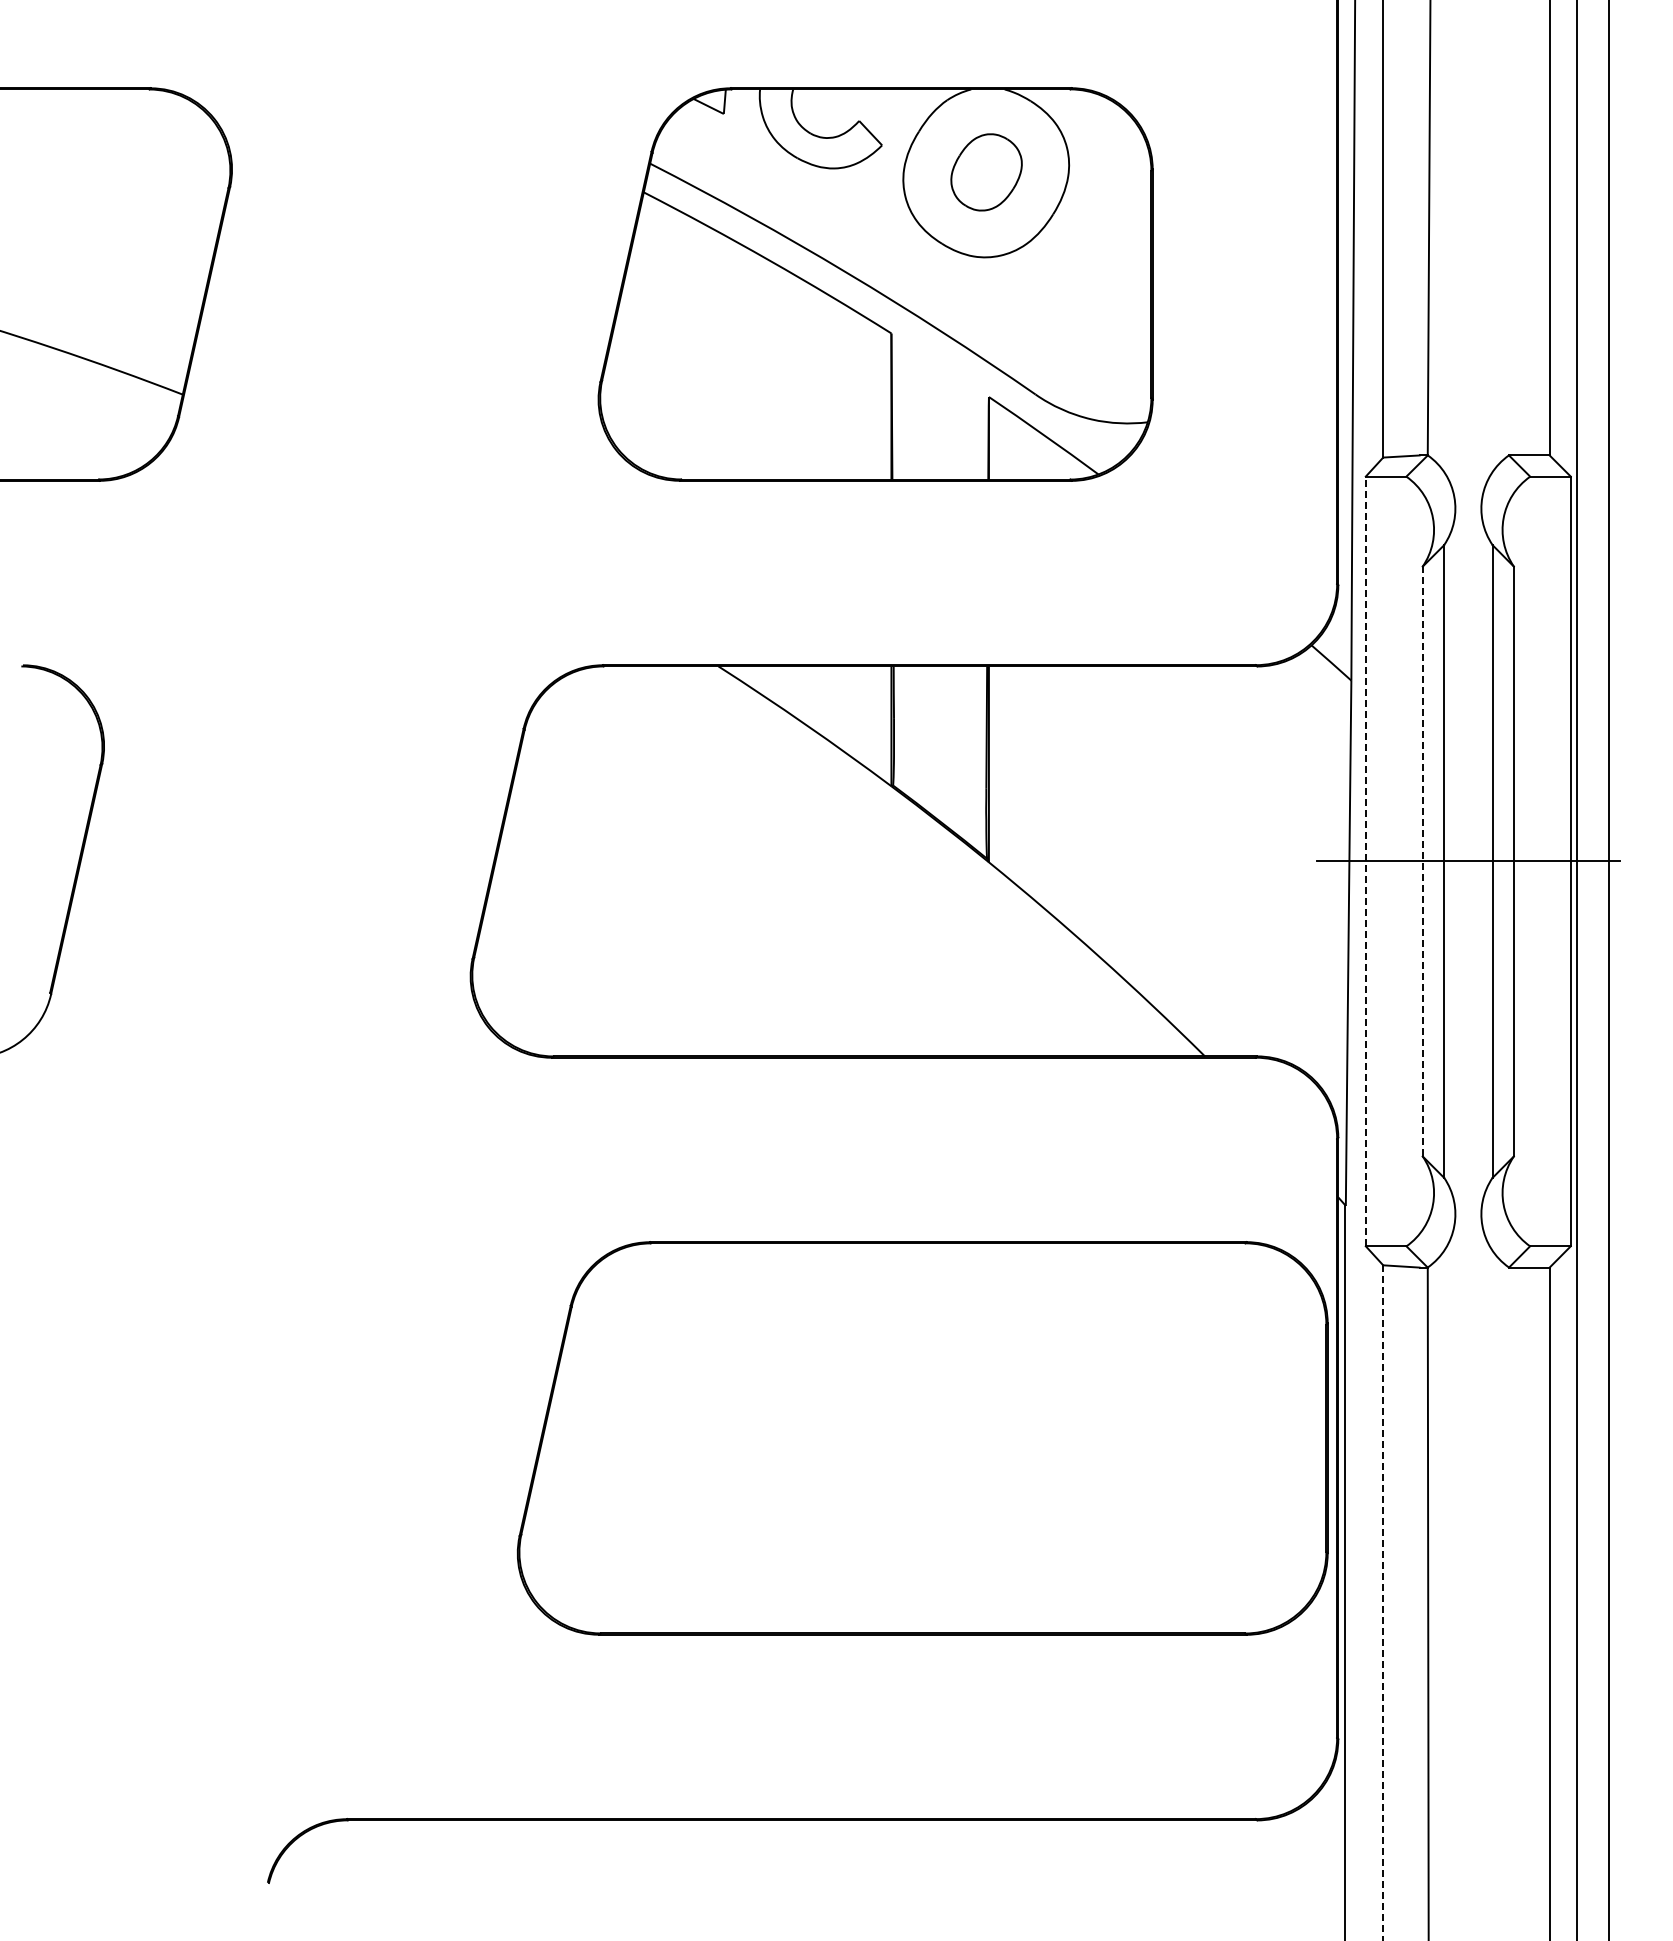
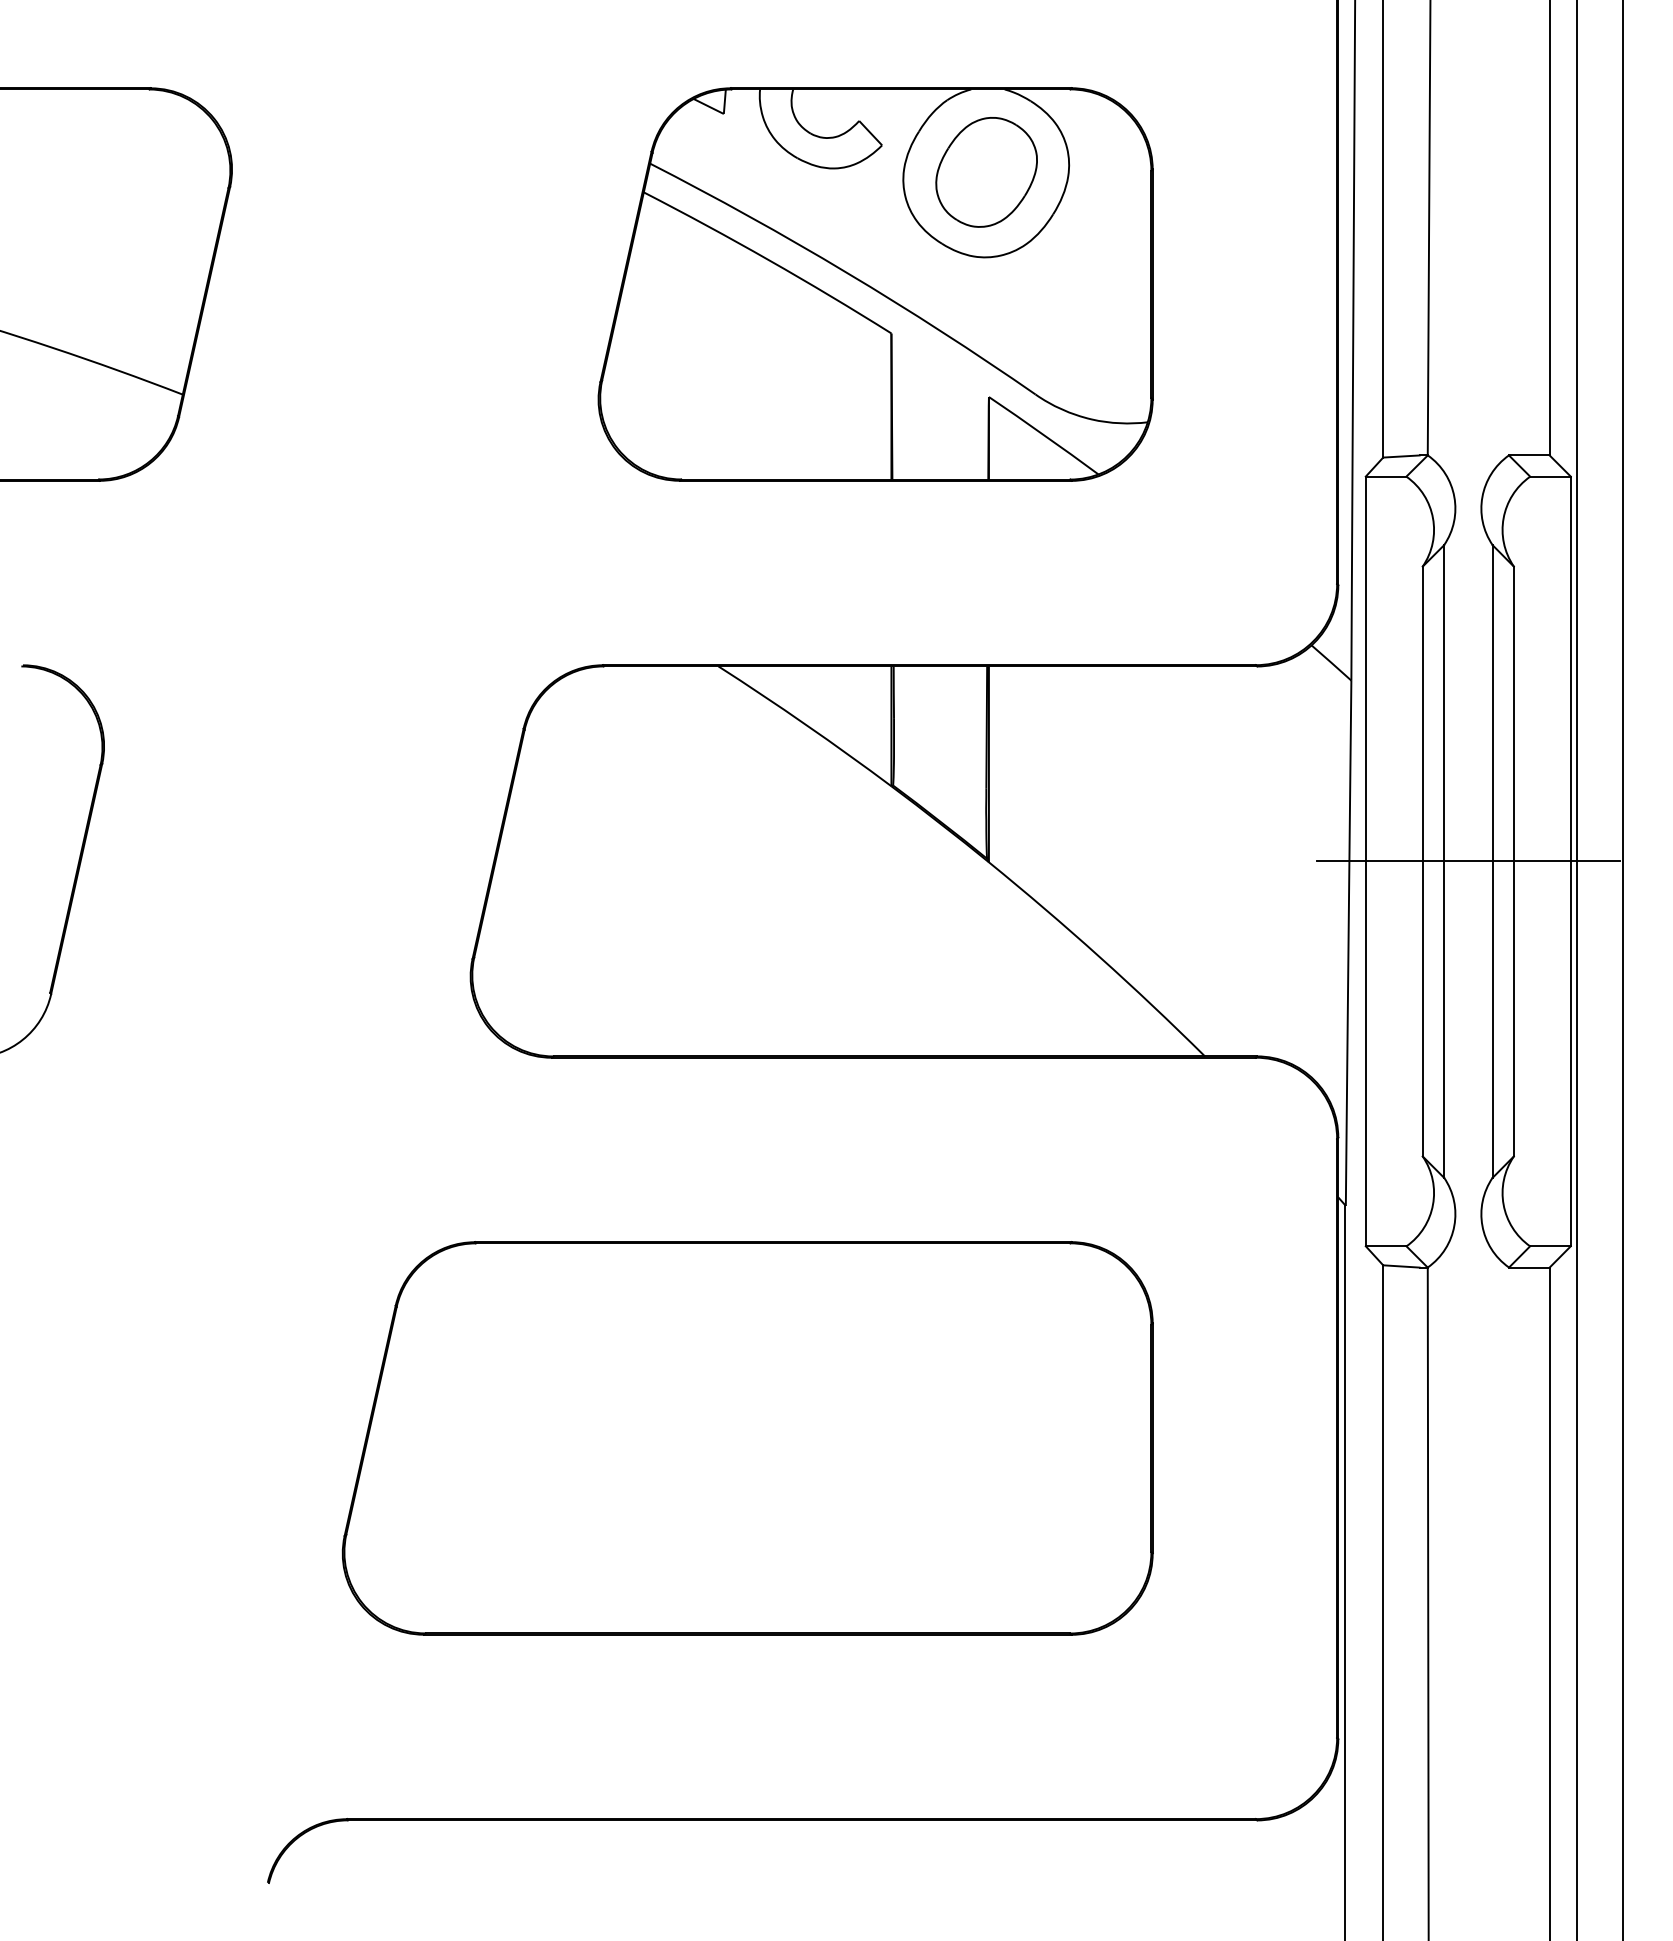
part at (986, 172) size: 73x79 px -> 103x111 px
line at (1365, 861): dashed -> solid
line at (1422, 861): dashed -> solid
line at (1608, 969) position: (1608, 969) -> (1622, 969)
part at (922, 1438) position: (922, 1438) -> (747, 1438)
line at (1383, 1603): dashed -> solid
